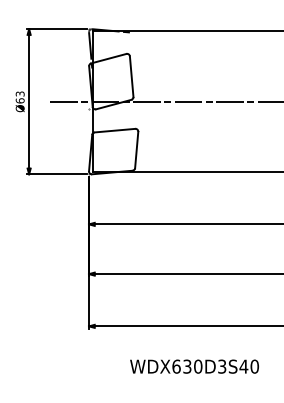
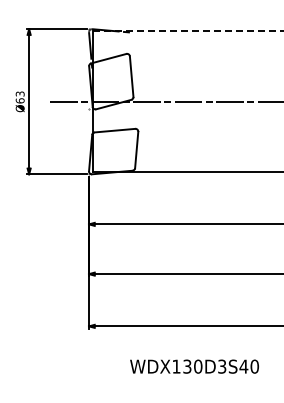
line at (187, 31): solid -> dashed
text at (176, 366): WDX630D3S40 -> WDX130D3S40
